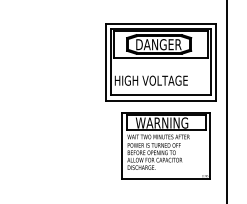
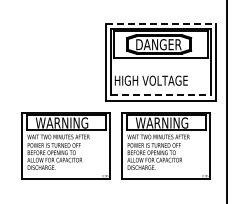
line at (161, 23): solid -> dashed
line at (161, 95): solid -> dashed
part at (65, 145): none -> present
